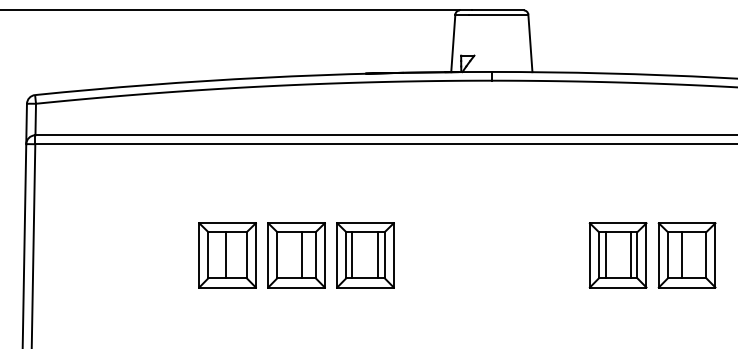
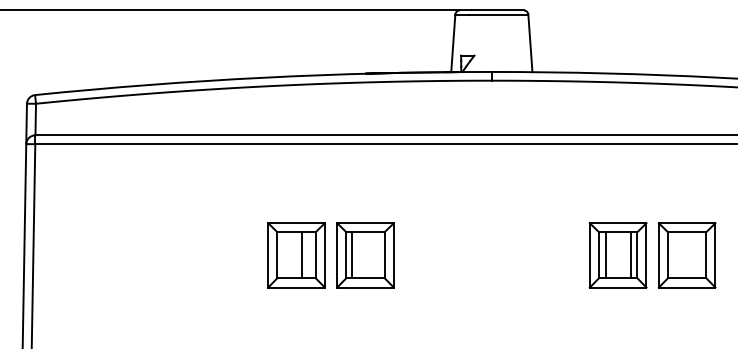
part at (227, 255): present -> none
line at (377, 255): present -> none
line at (681, 255): present -> none
